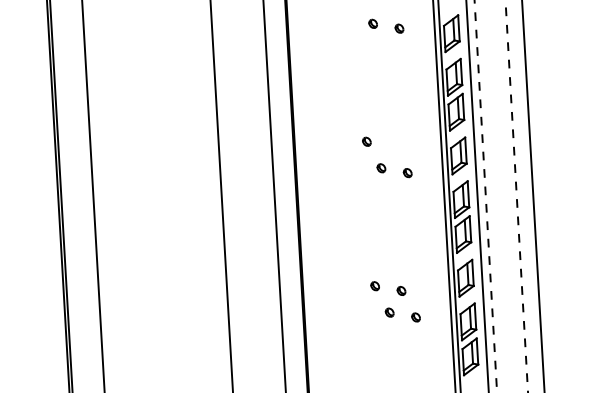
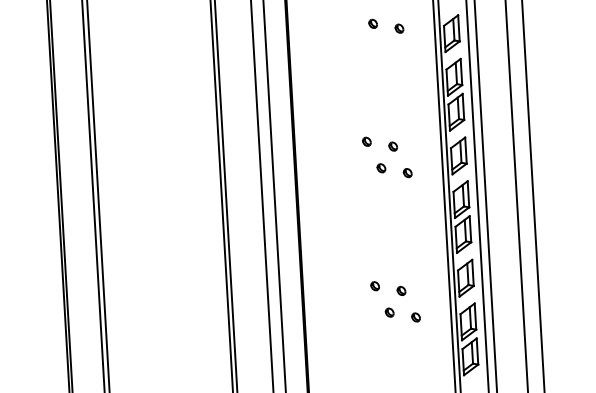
part at (392, 146): none -> present
line at (98, 195): none -> present
line at (225, 195): none -> present
line at (262, 195): none -> present
line at (485, 195): dashed -> solid
line at (516, 196): dashed -> solid
